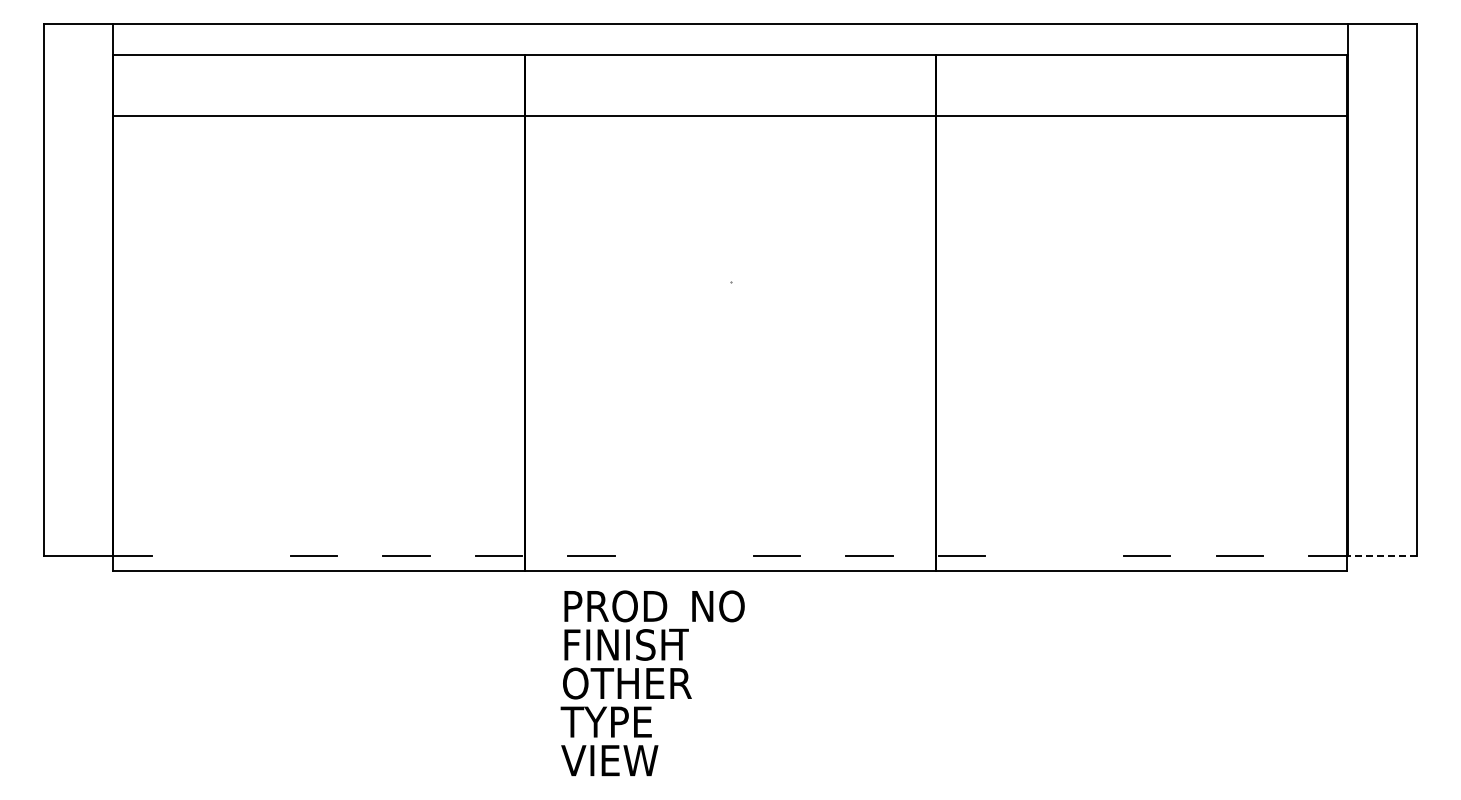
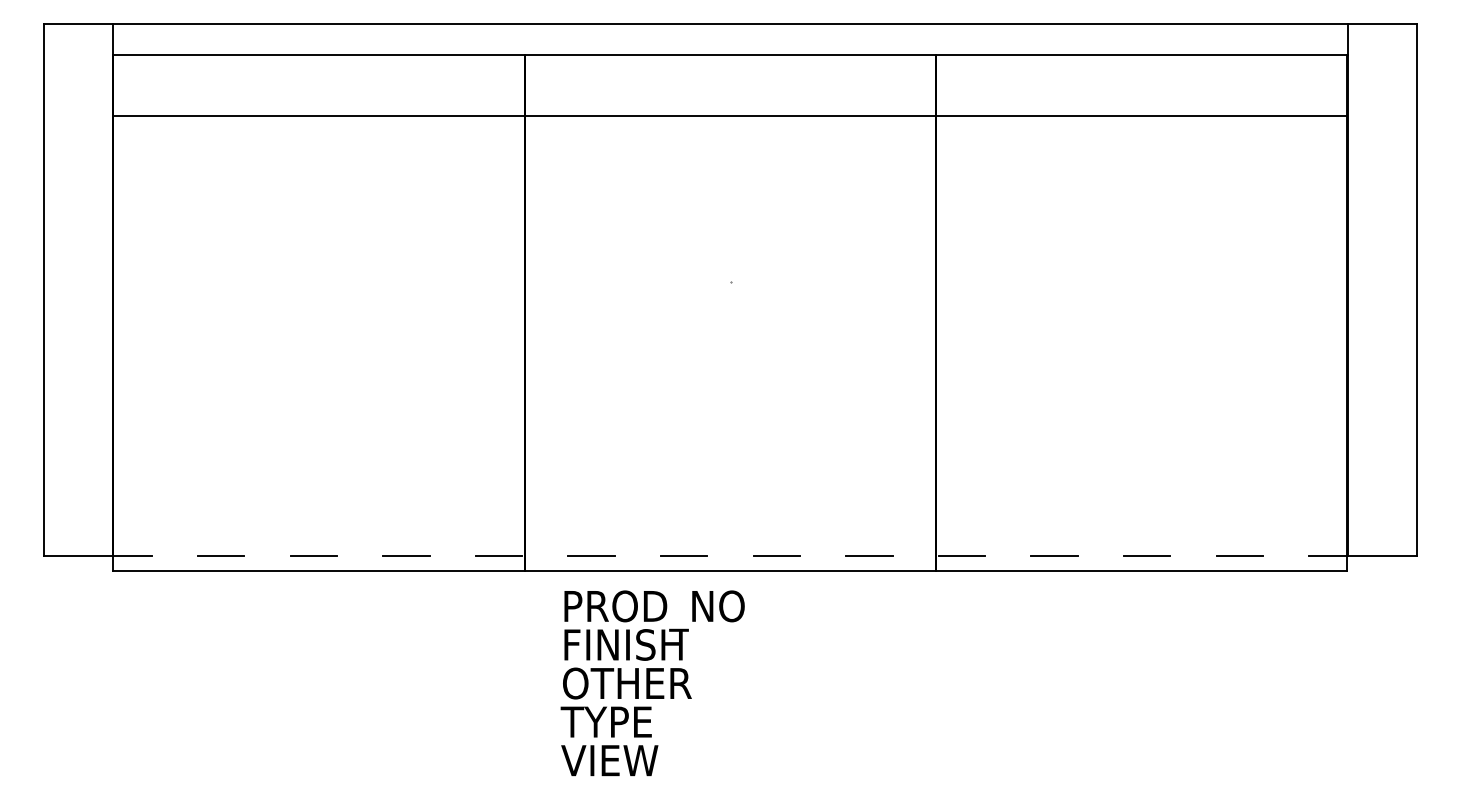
line at (683, 555): none -> present
line at (221, 556): none -> present
line at (1054, 556): none -> present
line at (1382, 556): dashed -> solid
